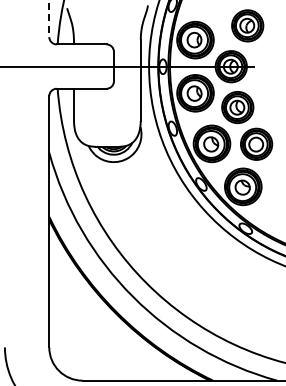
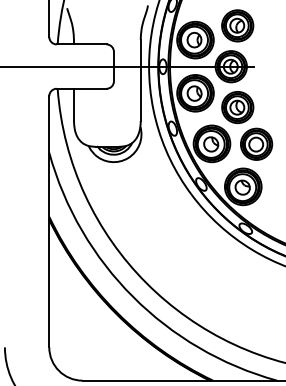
line at (49, 19): dashed -> solid
part at (247, 25) position: (247, 25) -> (237, 25)
